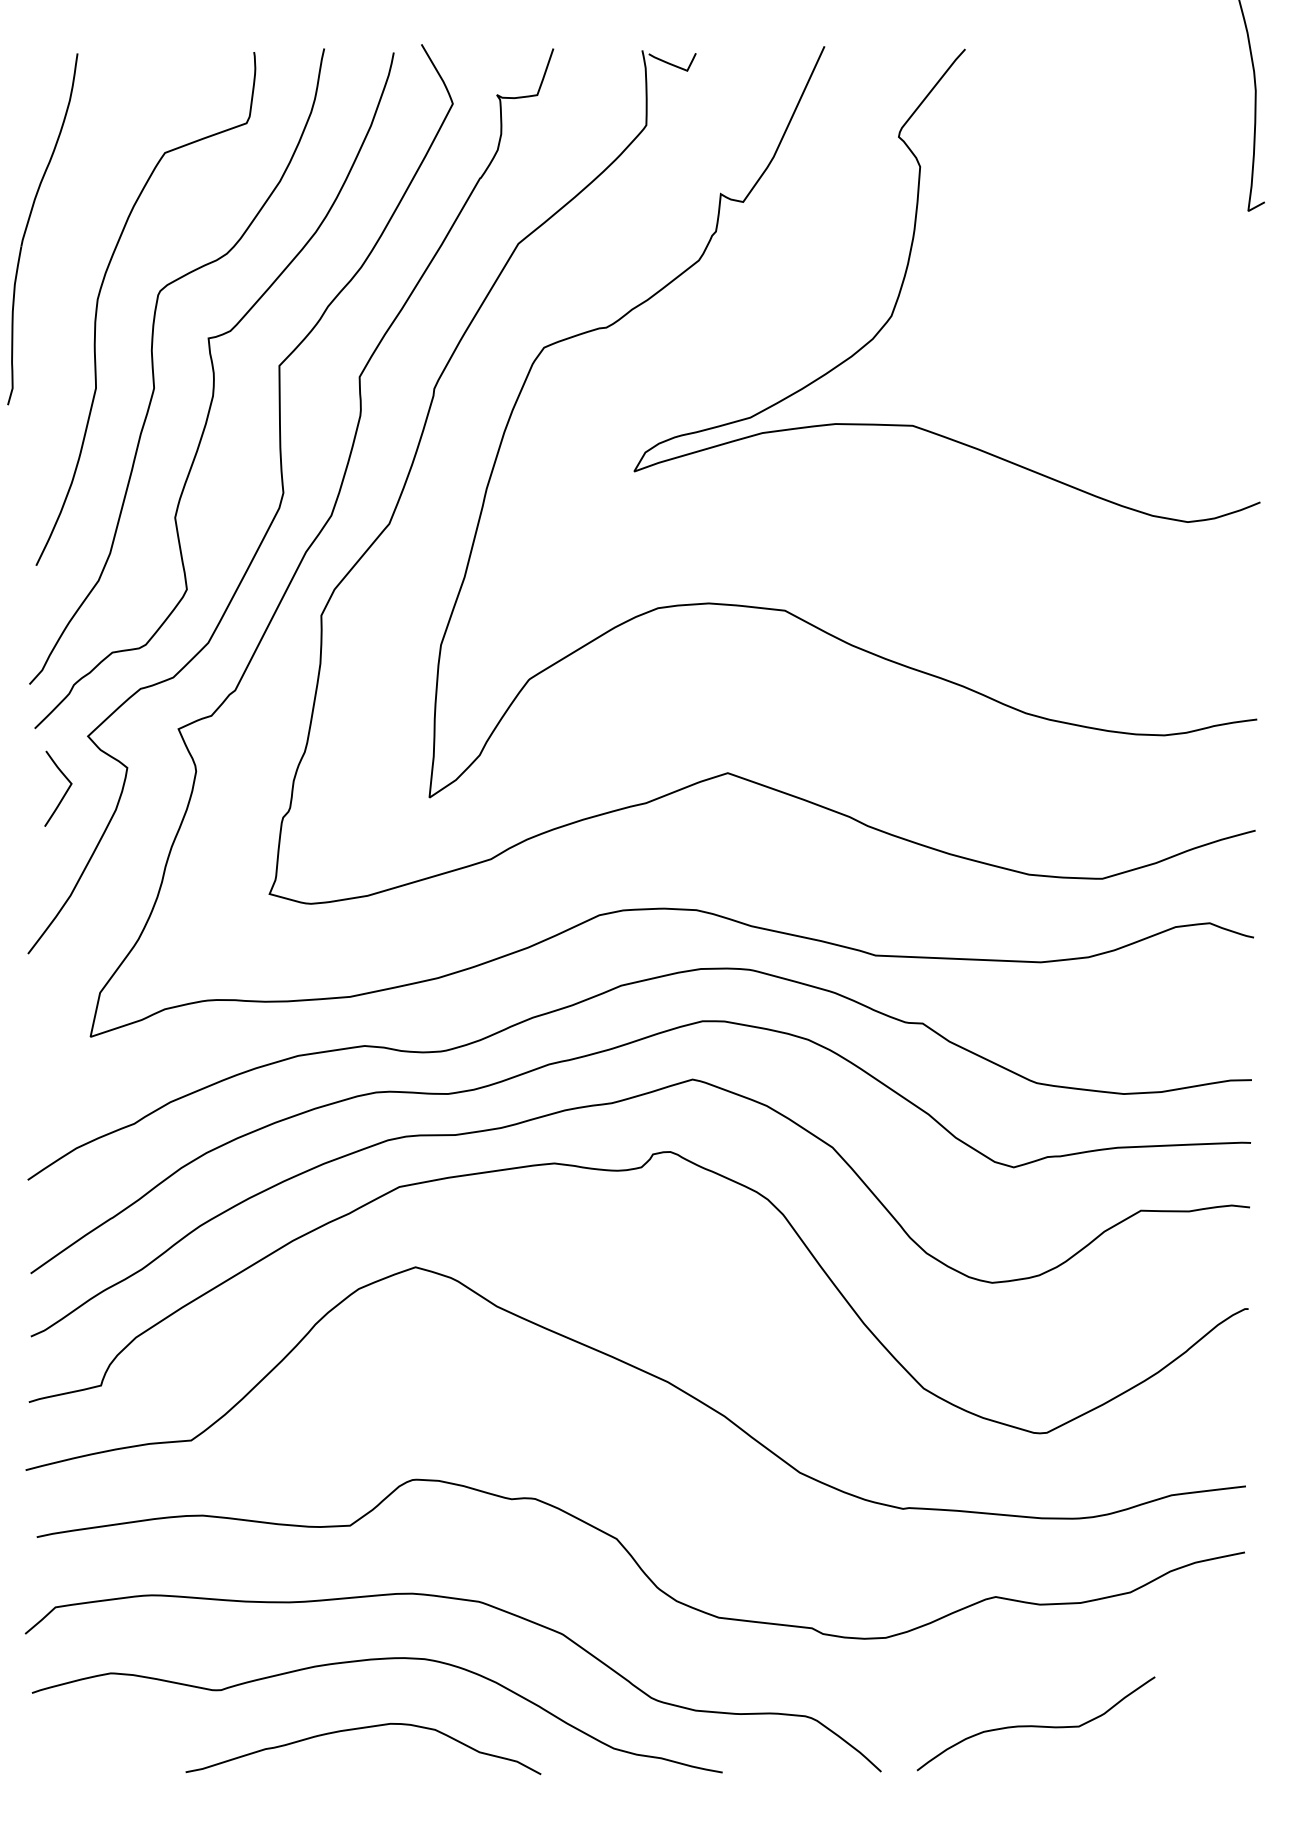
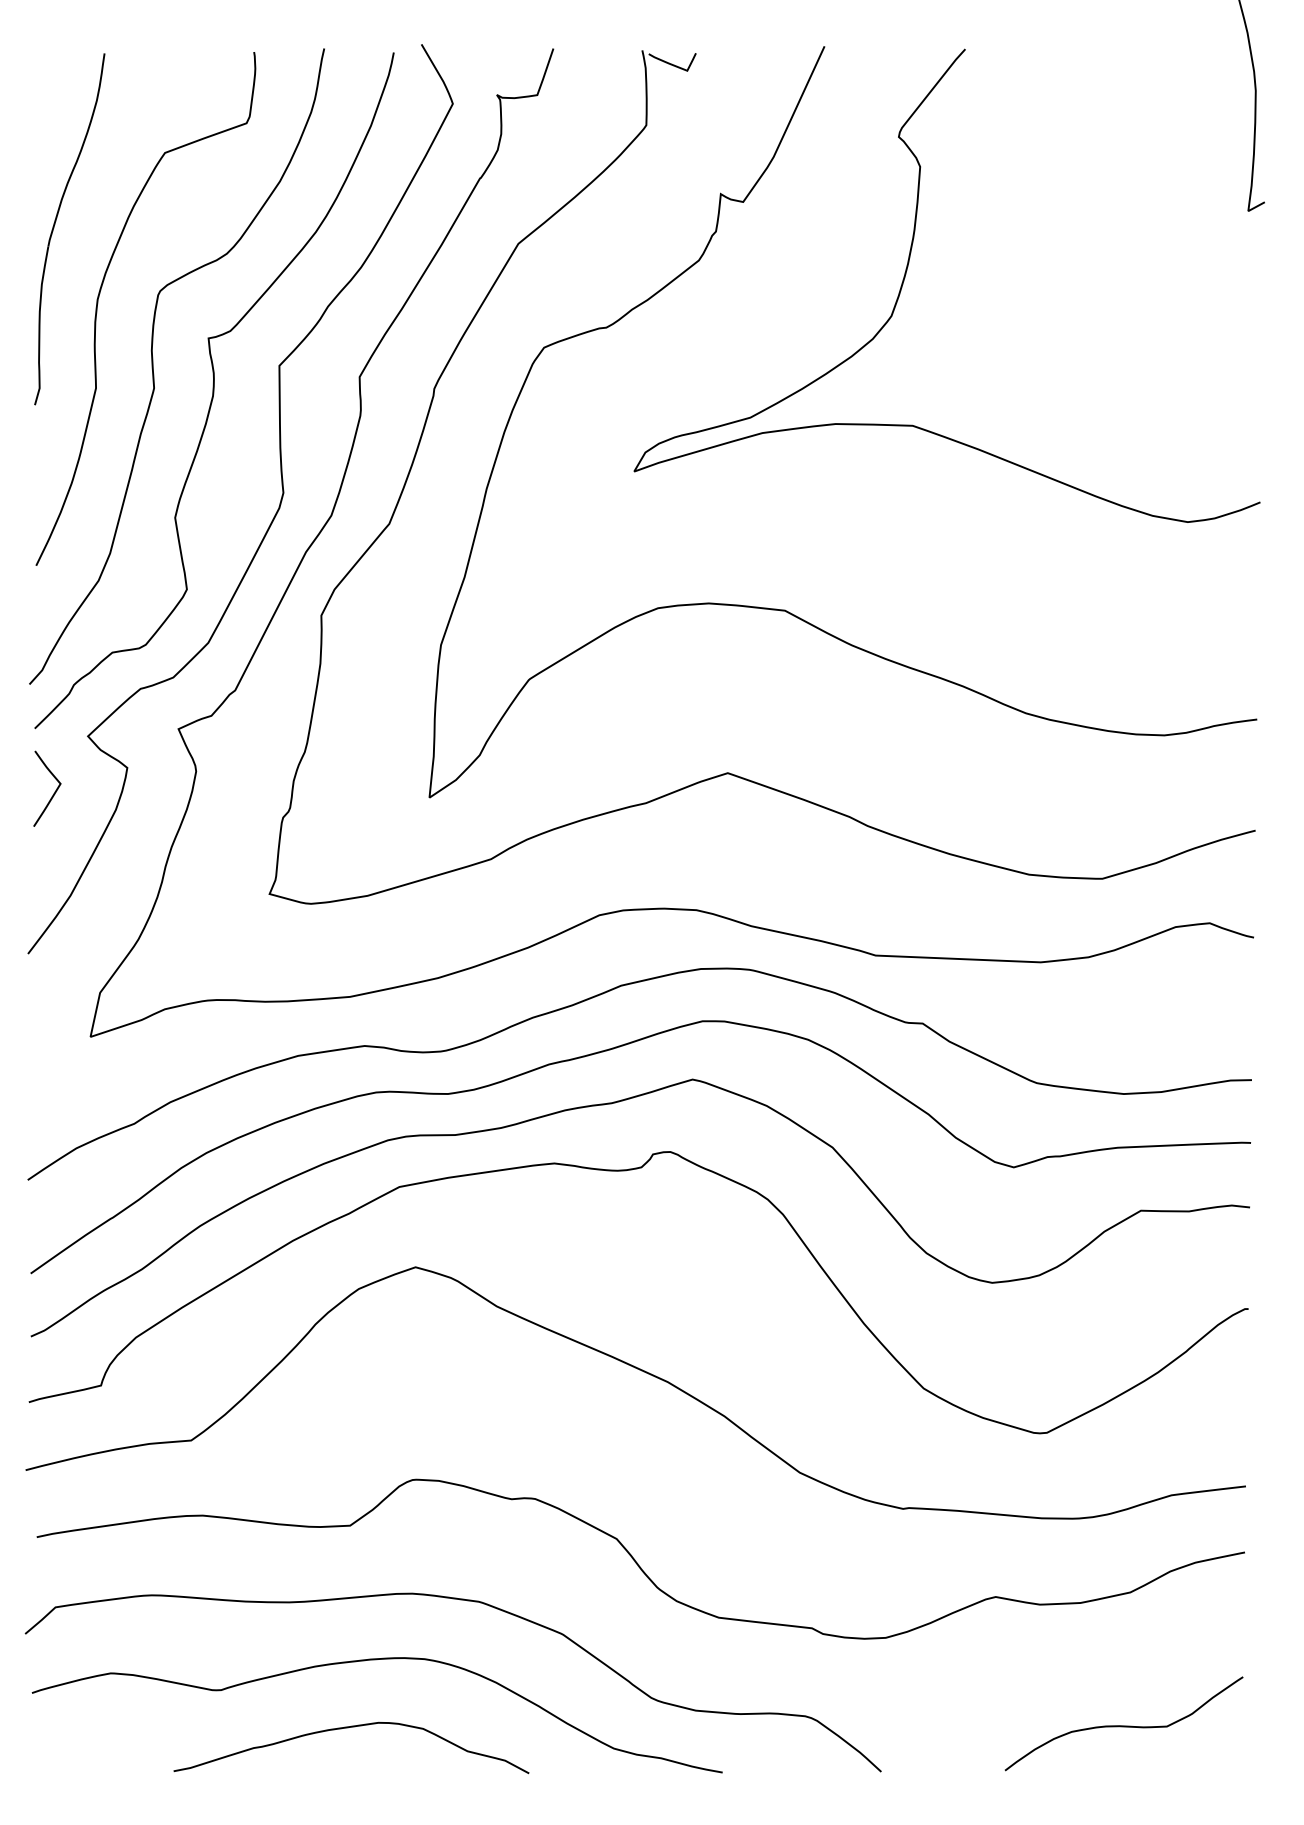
part at (28, 224) position: (28, 224) -> (55, 224)
curve at (65, 791) position: (65, 791) -> (54, 791)
curve at (1035, 1725) position: (1035, 1725) -> (1123, 1725)
curve at (360, 1729) position: (360, 1729) -> (348, 1728)
